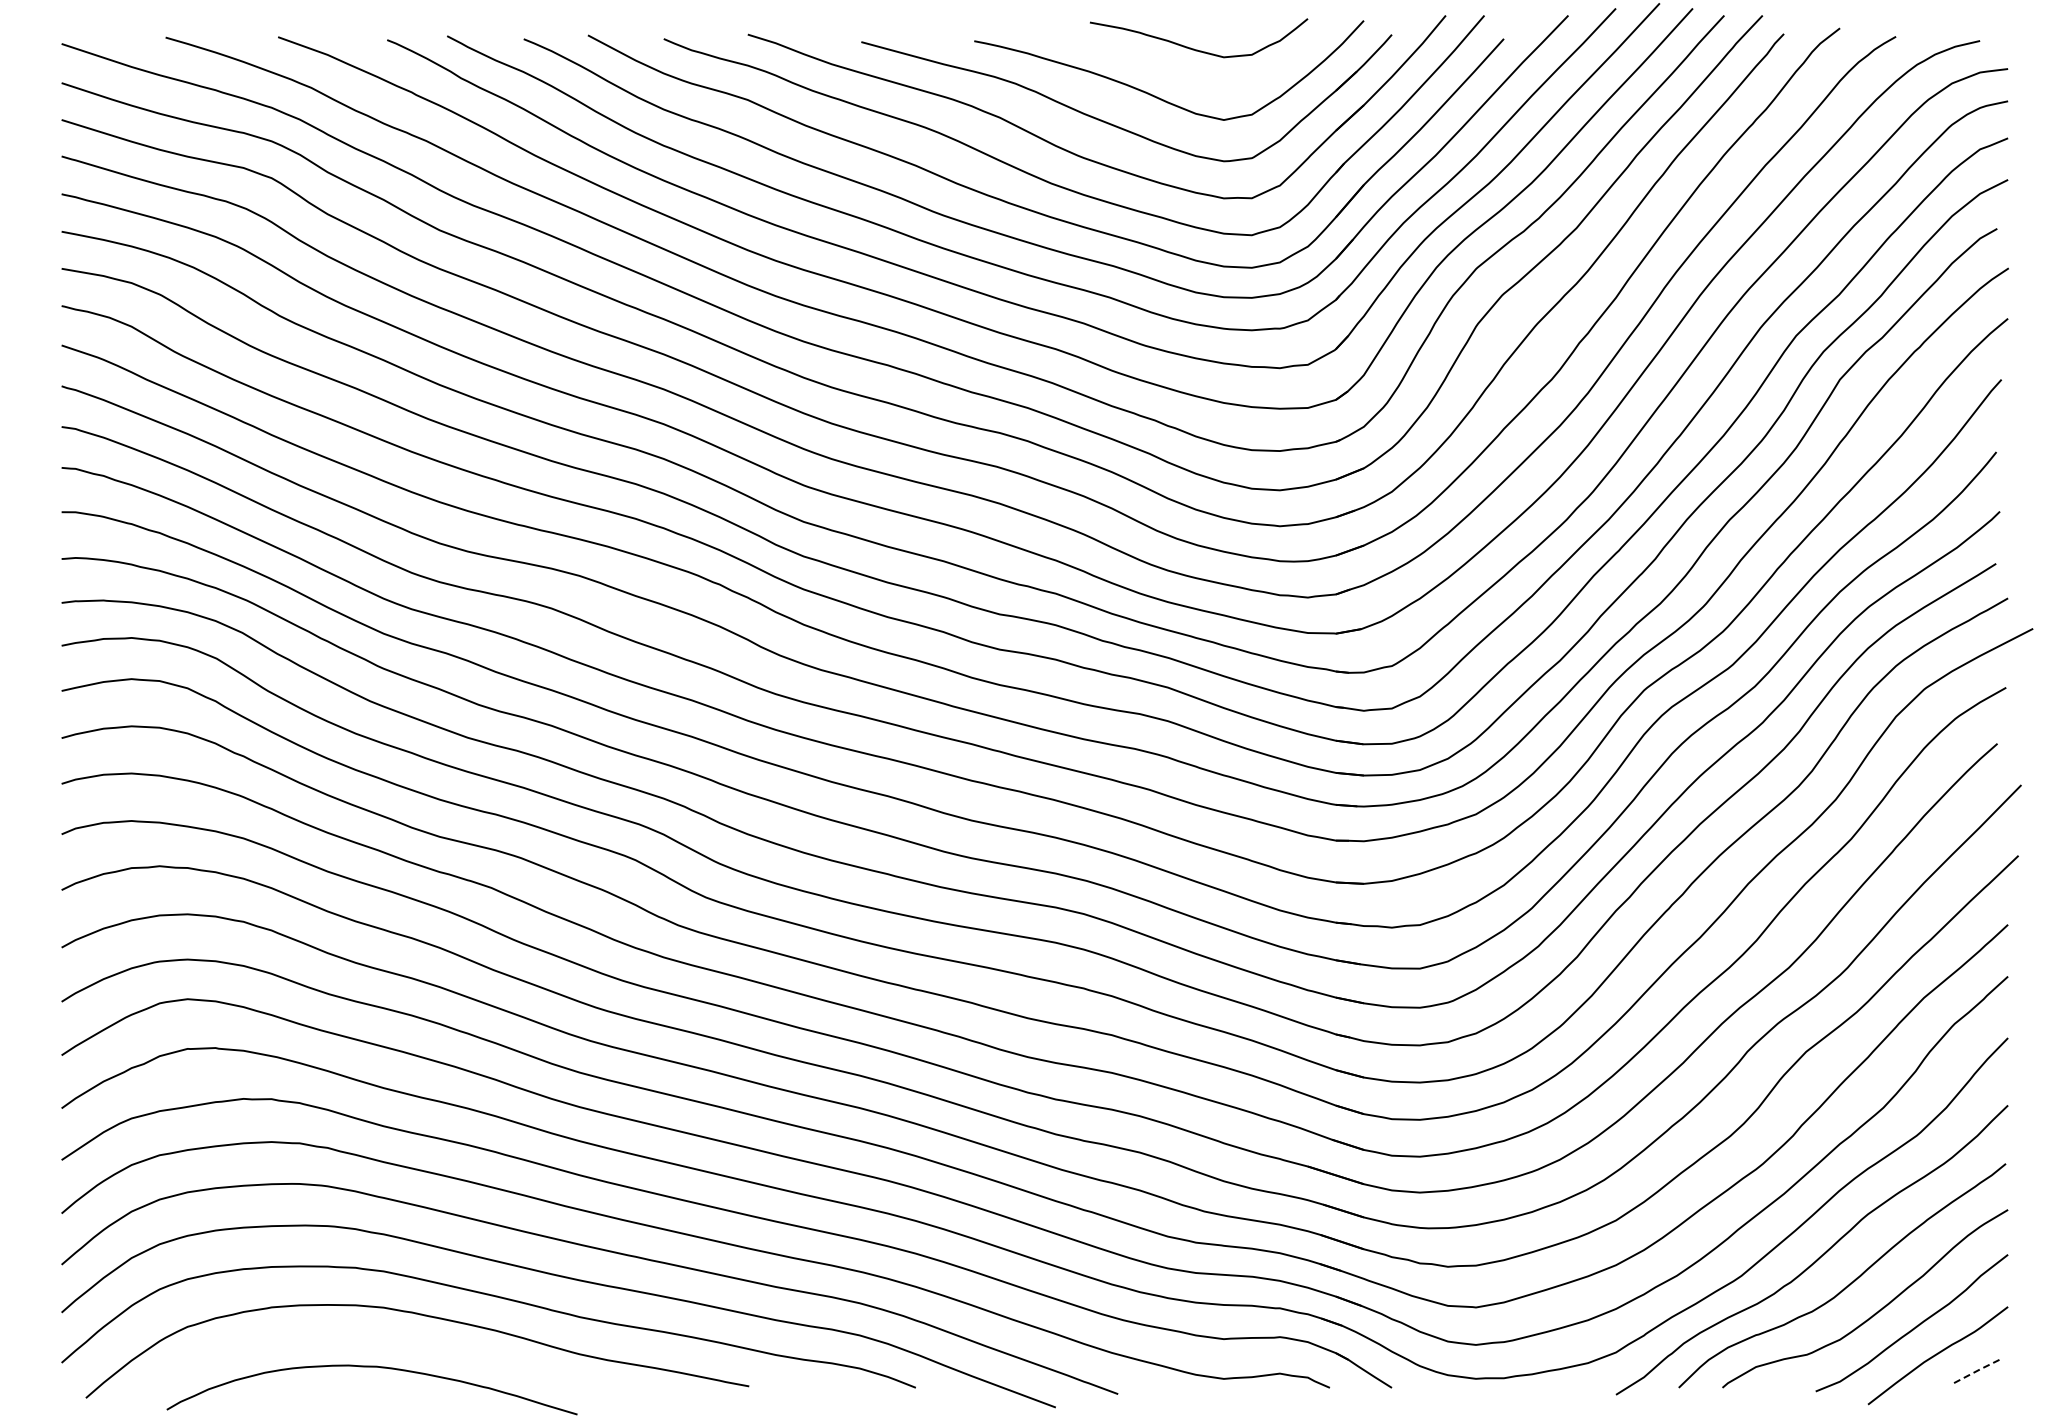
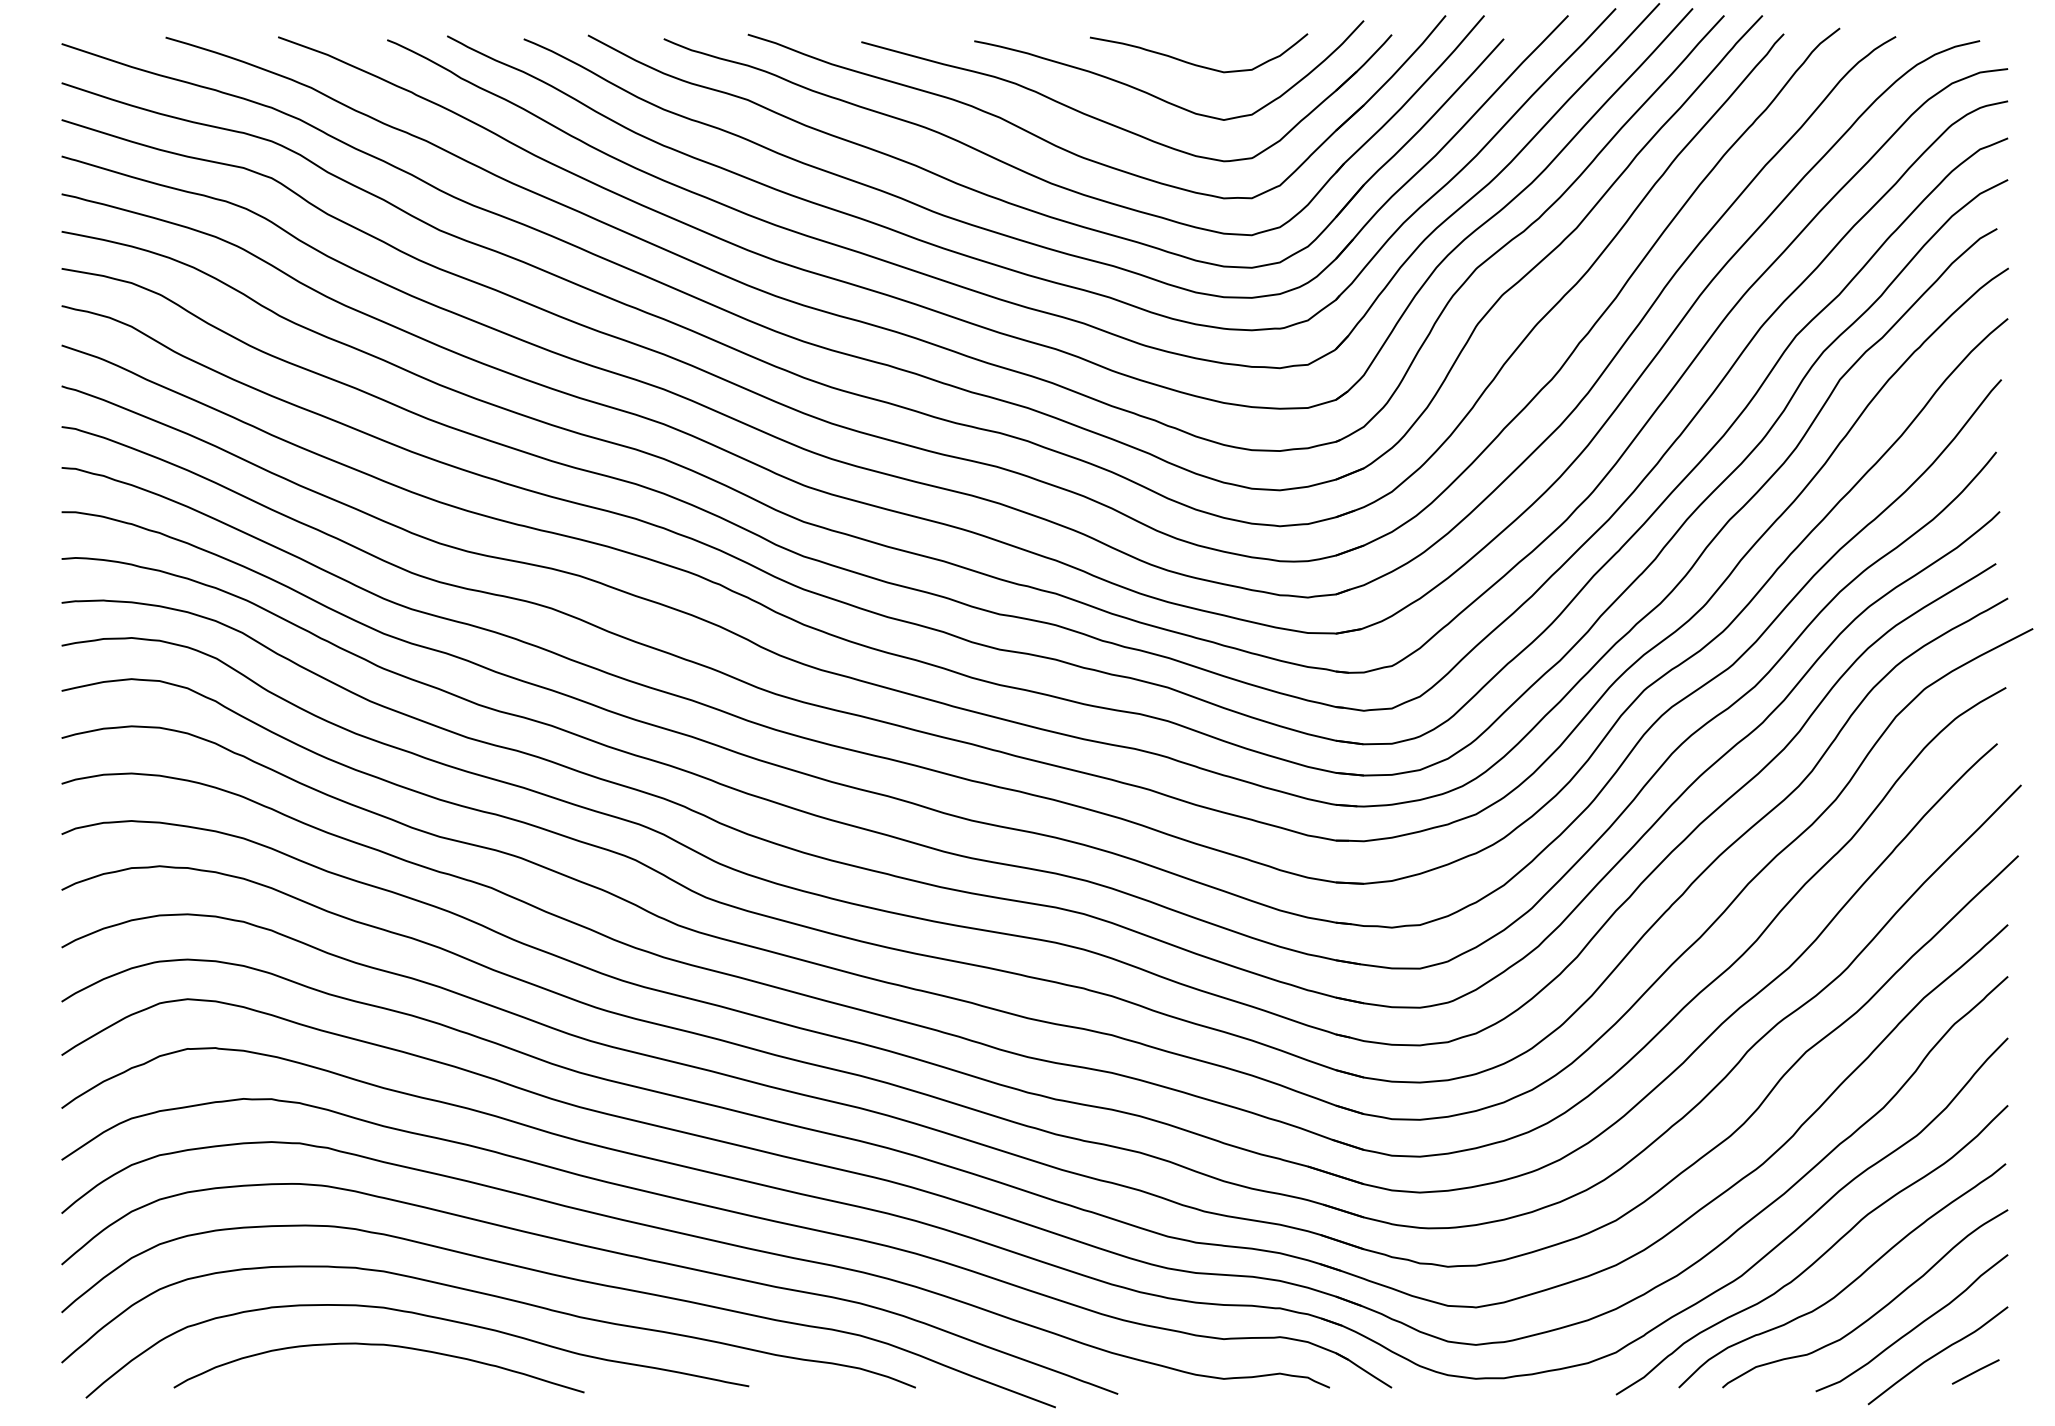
curve at (1194, 48) position: (1194, 48) -> (1194, 63)
curve at (371, 1367) position: (371, 1367) -> (378, 1345)
line at (1975, 1371): dashed -> solid
